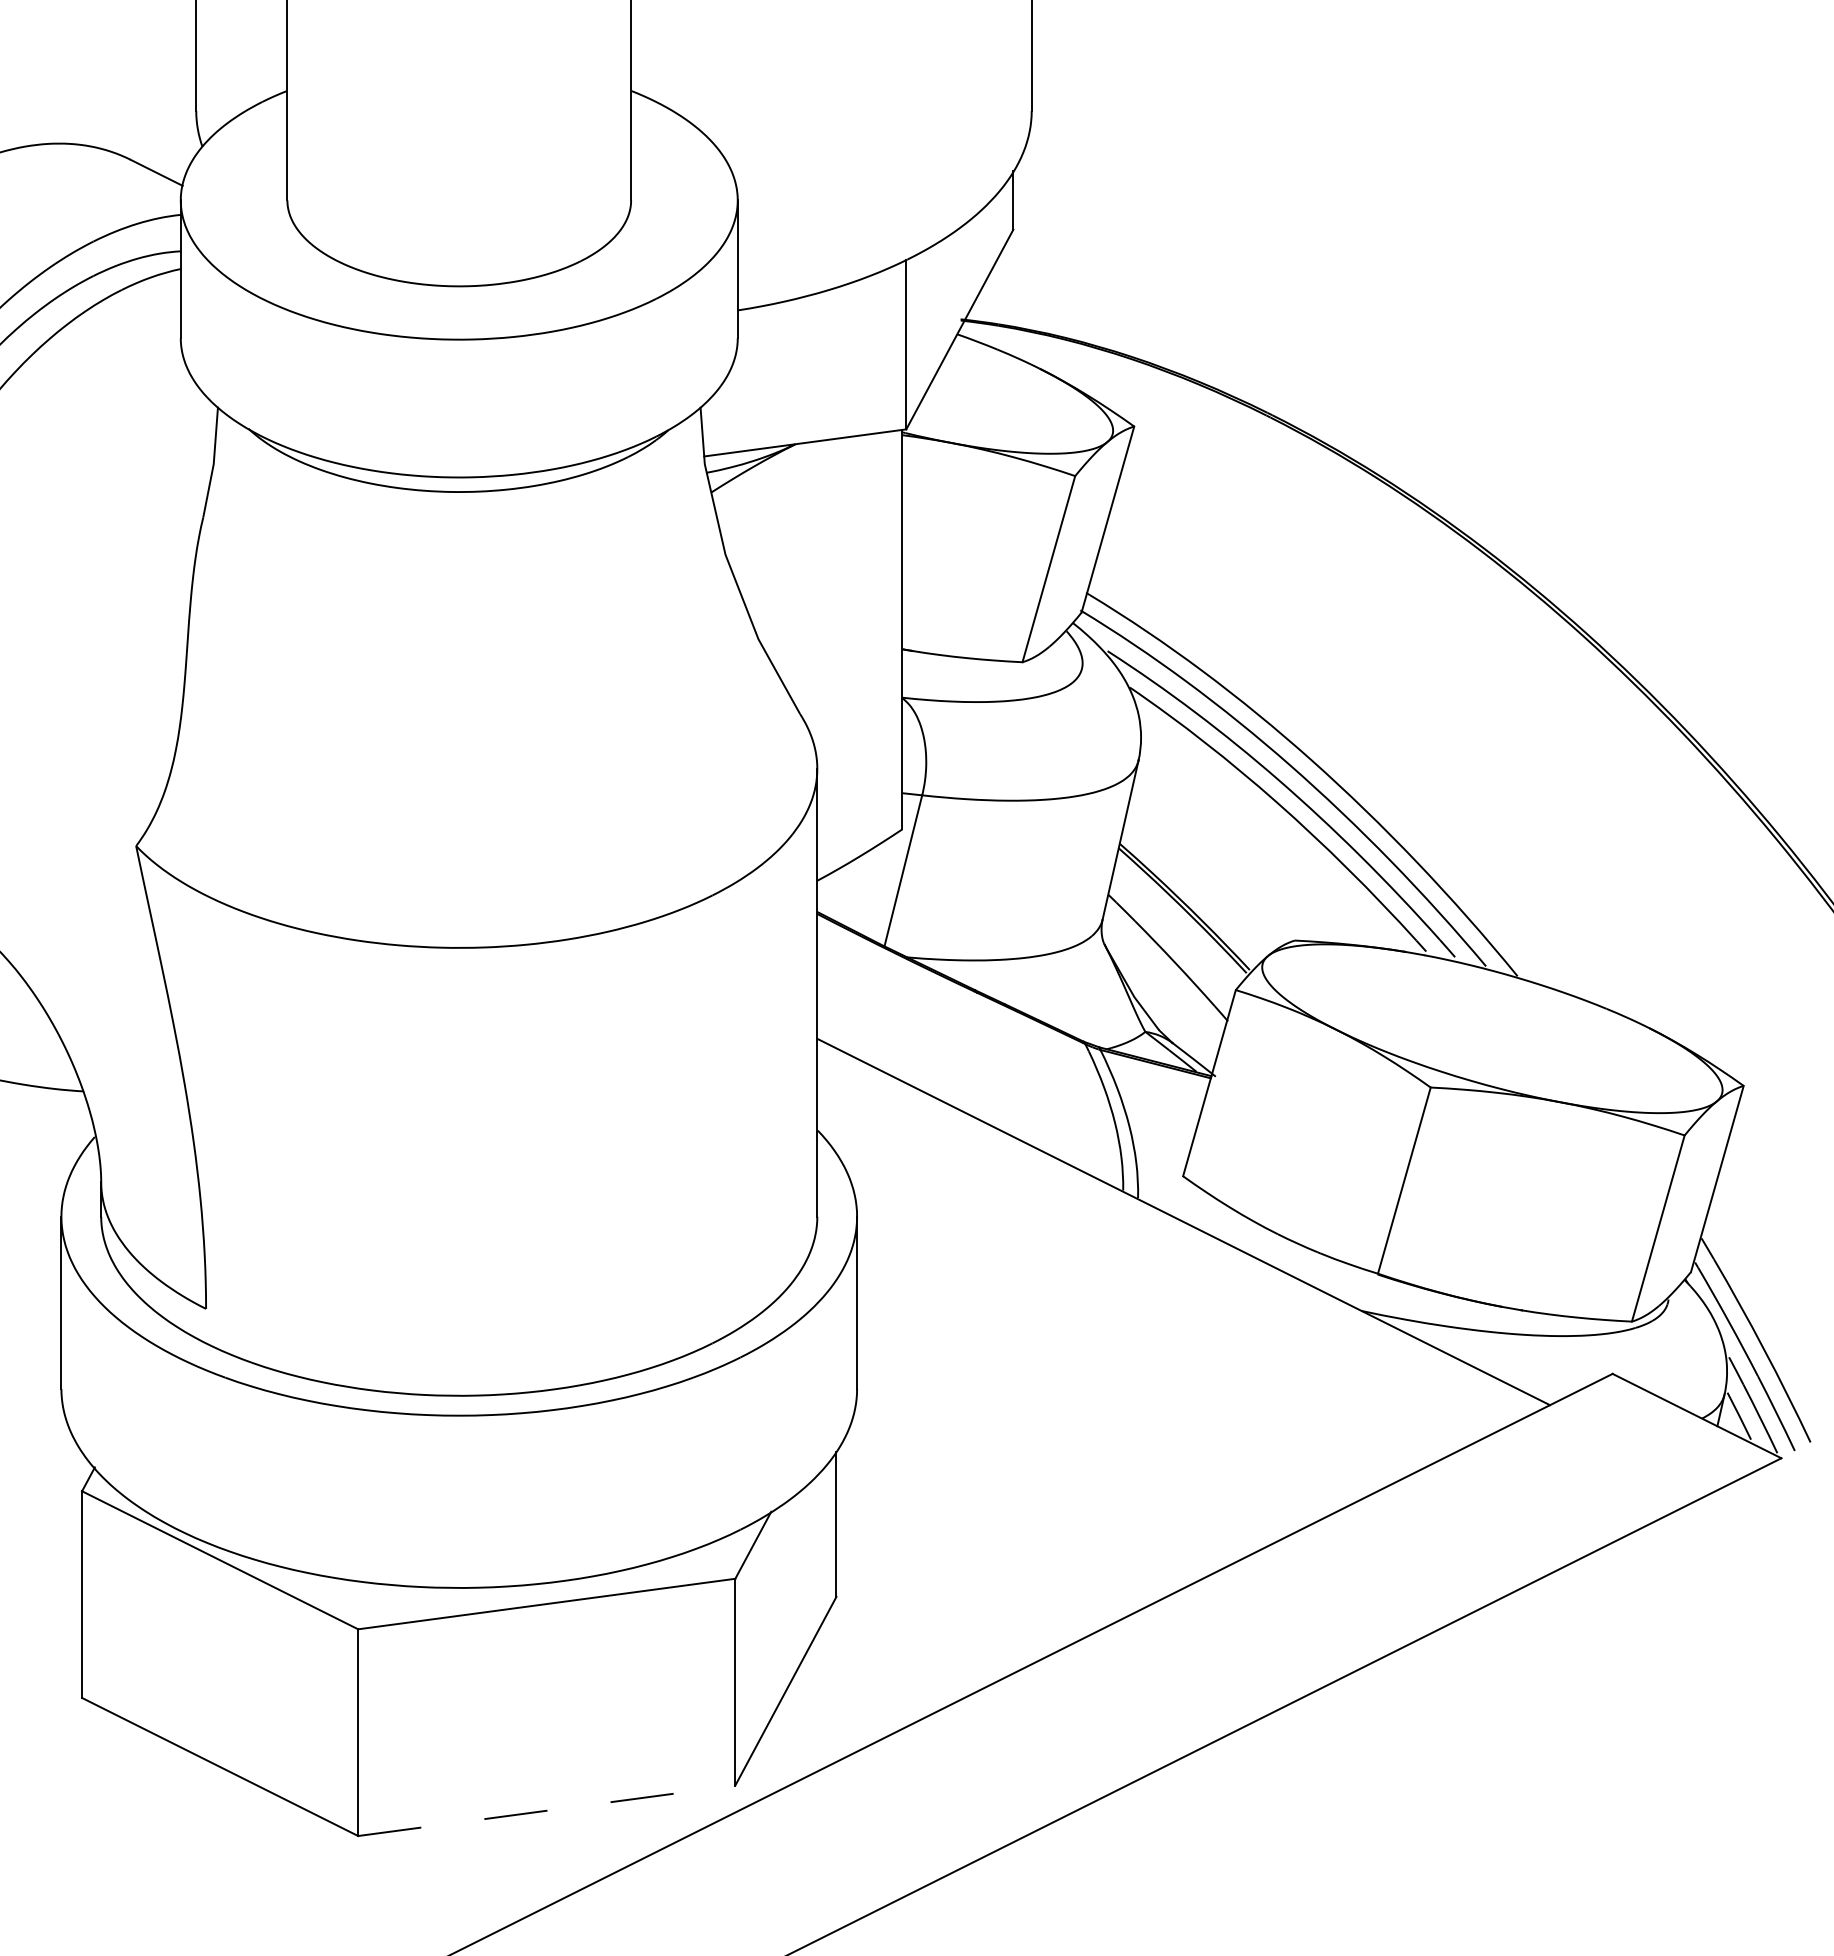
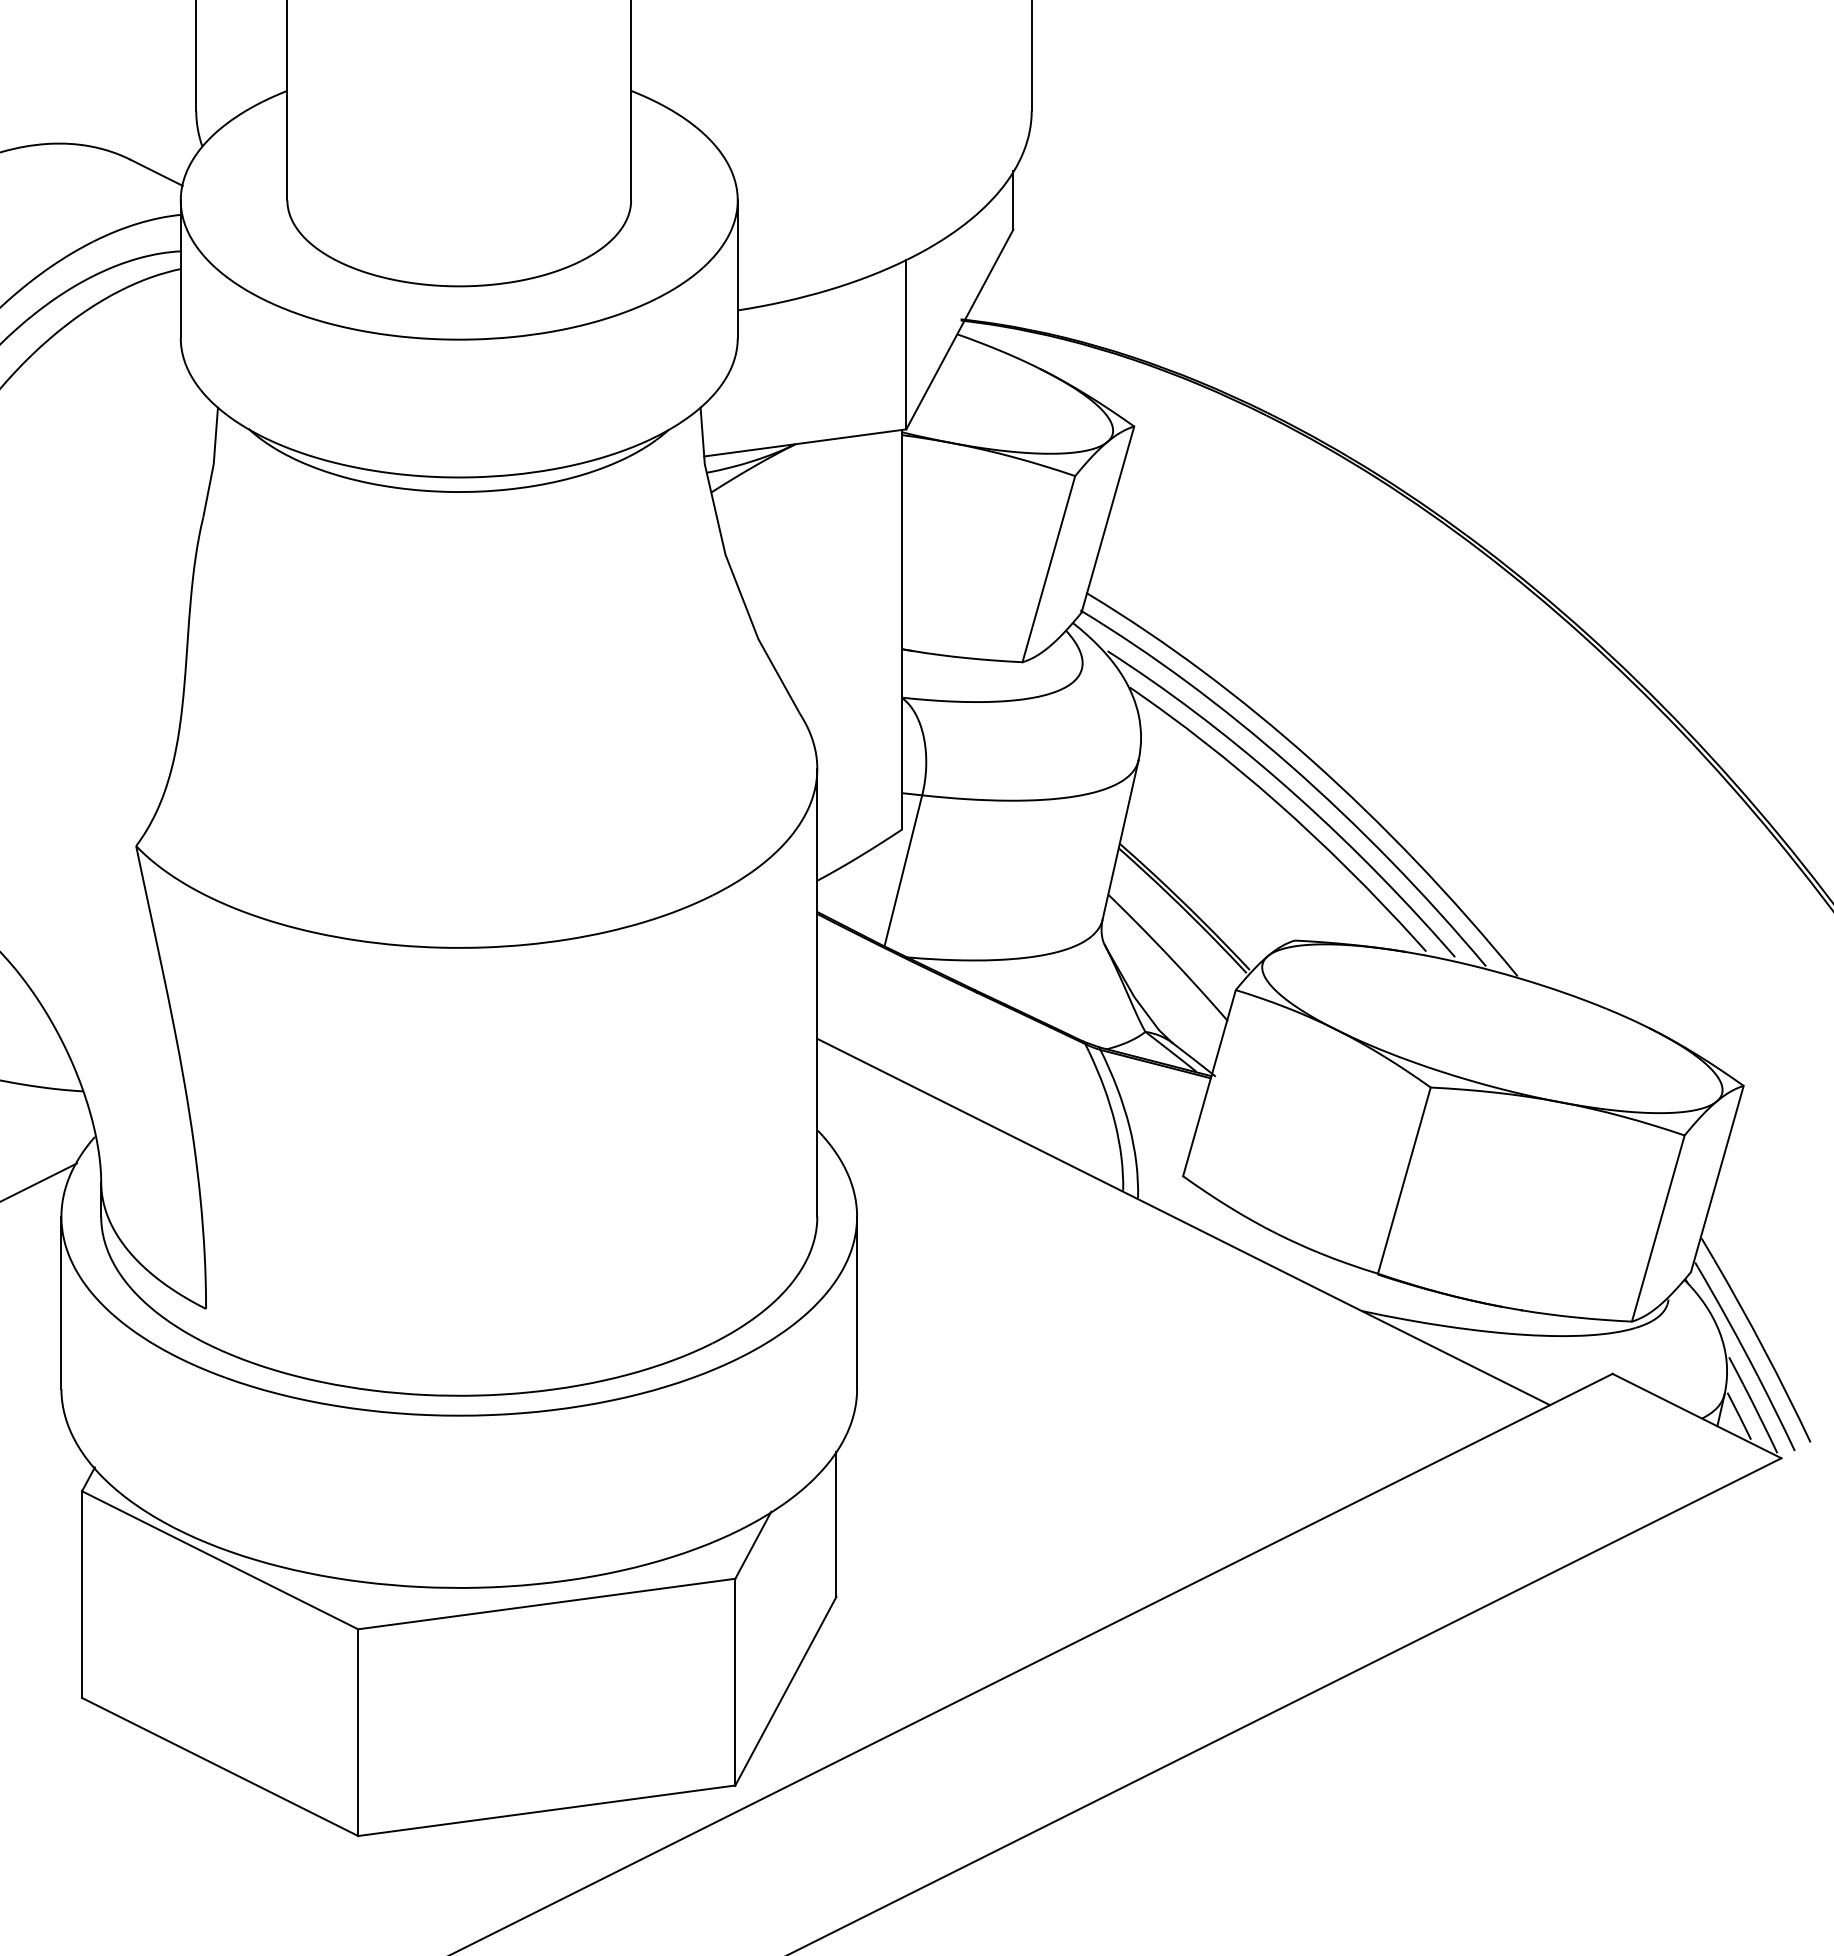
line at (39, 1181): none -> present
line at (547, 1810): dashed -> solid
